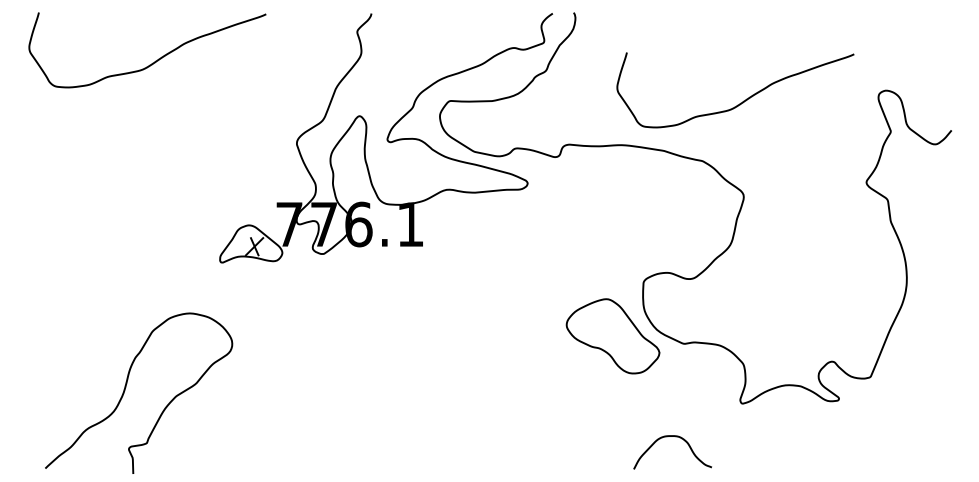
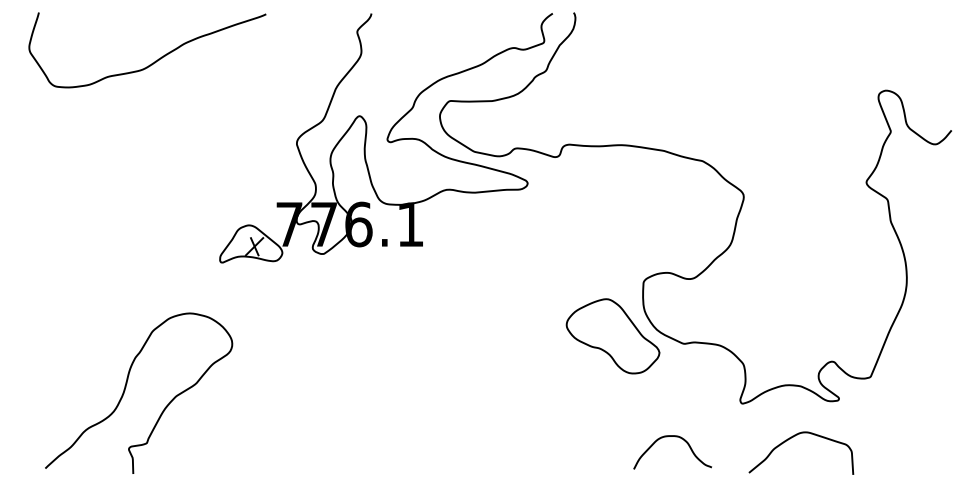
curve at (743, 100): present -> none
curve at (793, 437): none -> present
